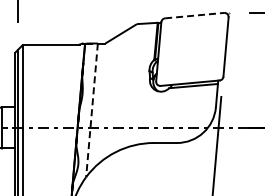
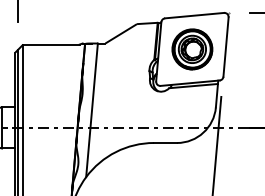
line at (194, 15): dashed -> solid
part at (192, 49): none -> present
line at (91, 110): dashed -> solid
